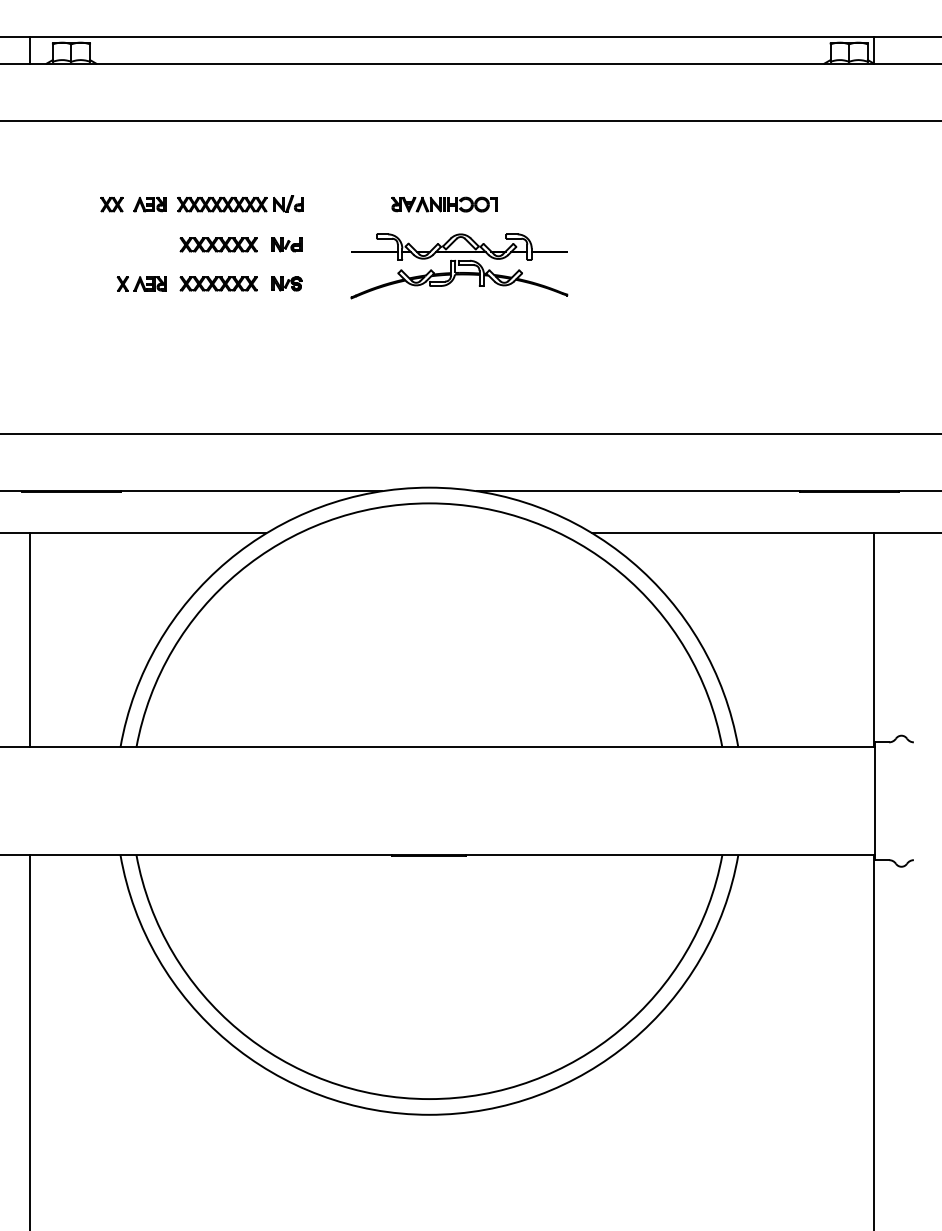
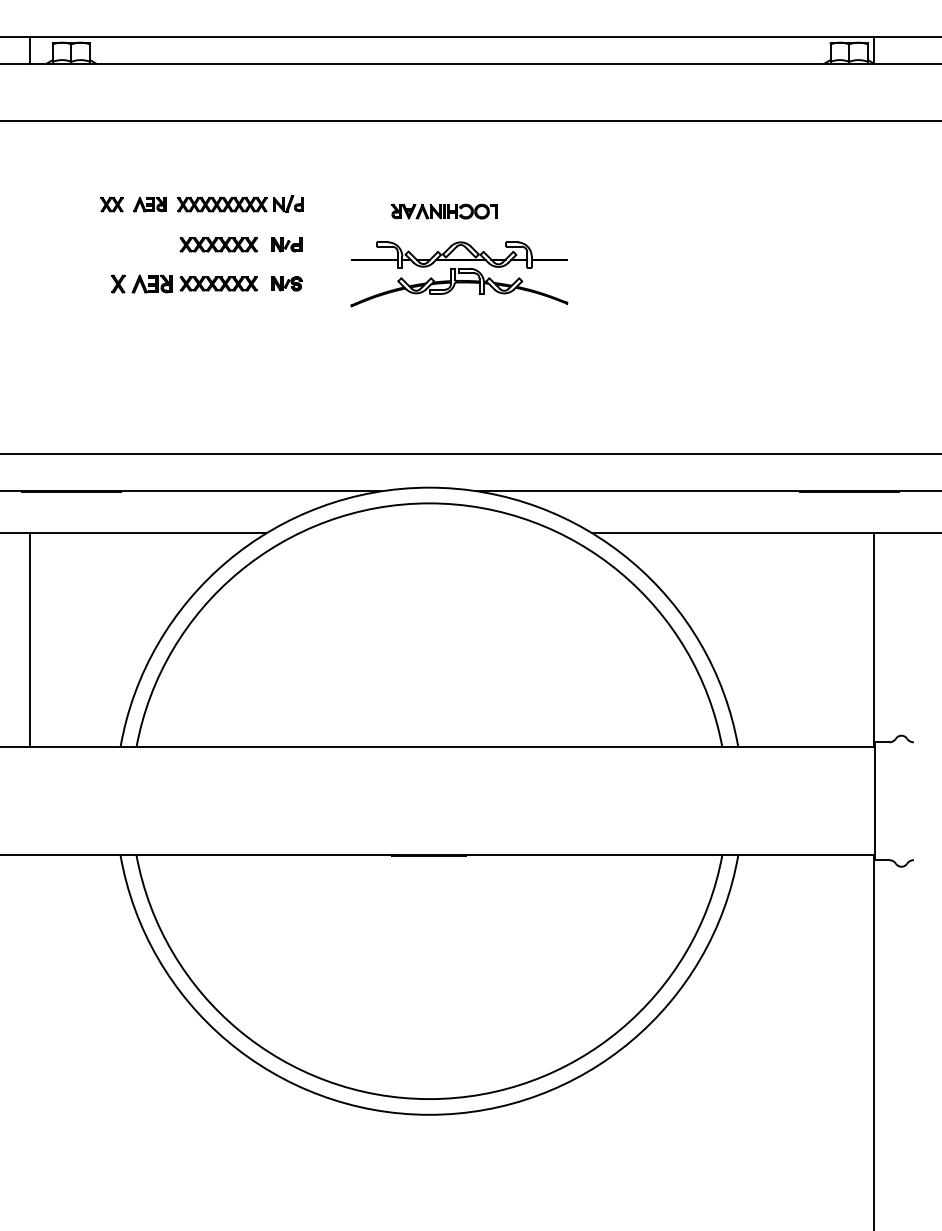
part at (444, 204) position: (444, 204) -> (444, 211)
part at (459, 266) position: (459, 266) -> (459, 274)
part at (141, 283) size: 51x16 px -> 62x20 px
line at (470, 433) position: (470, 433) -> (470, 453)
line at (29, 1041): present -> none
